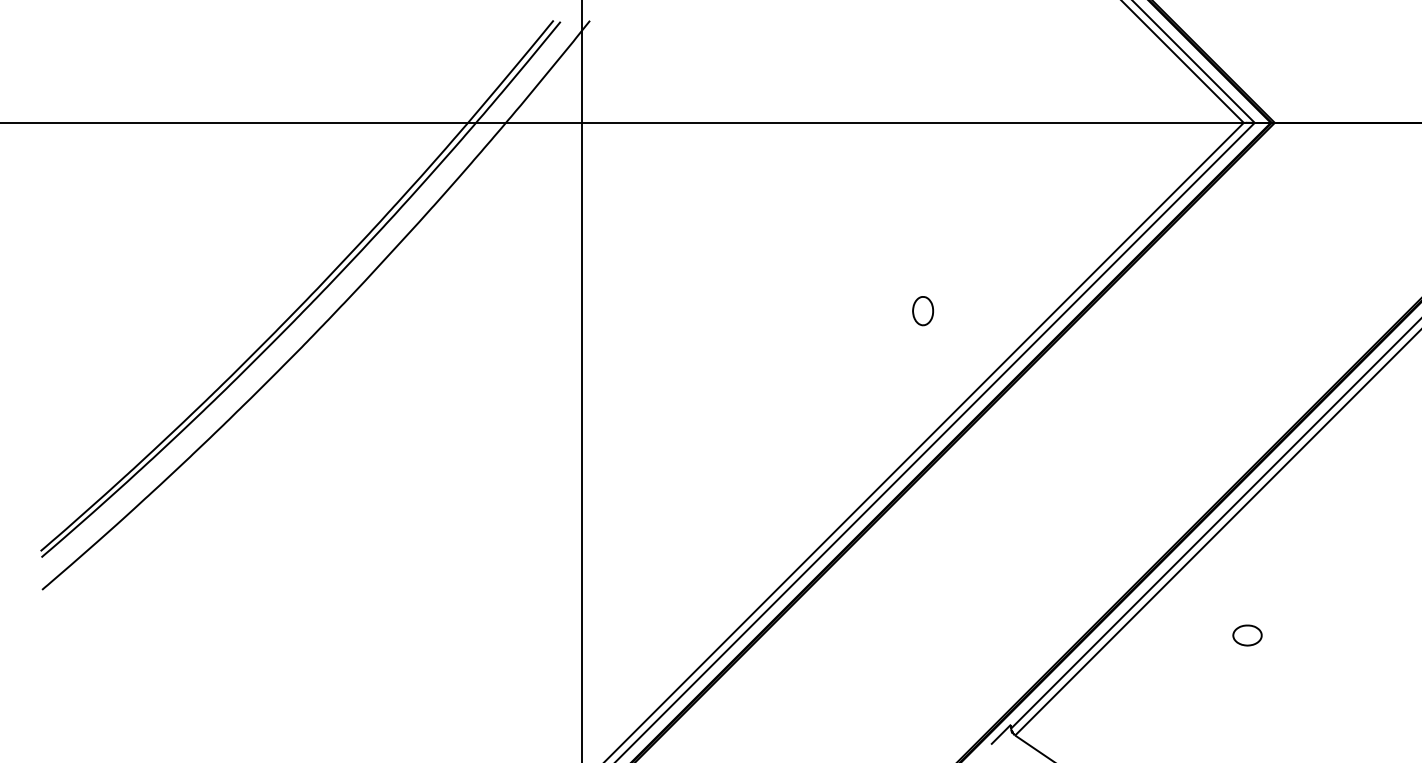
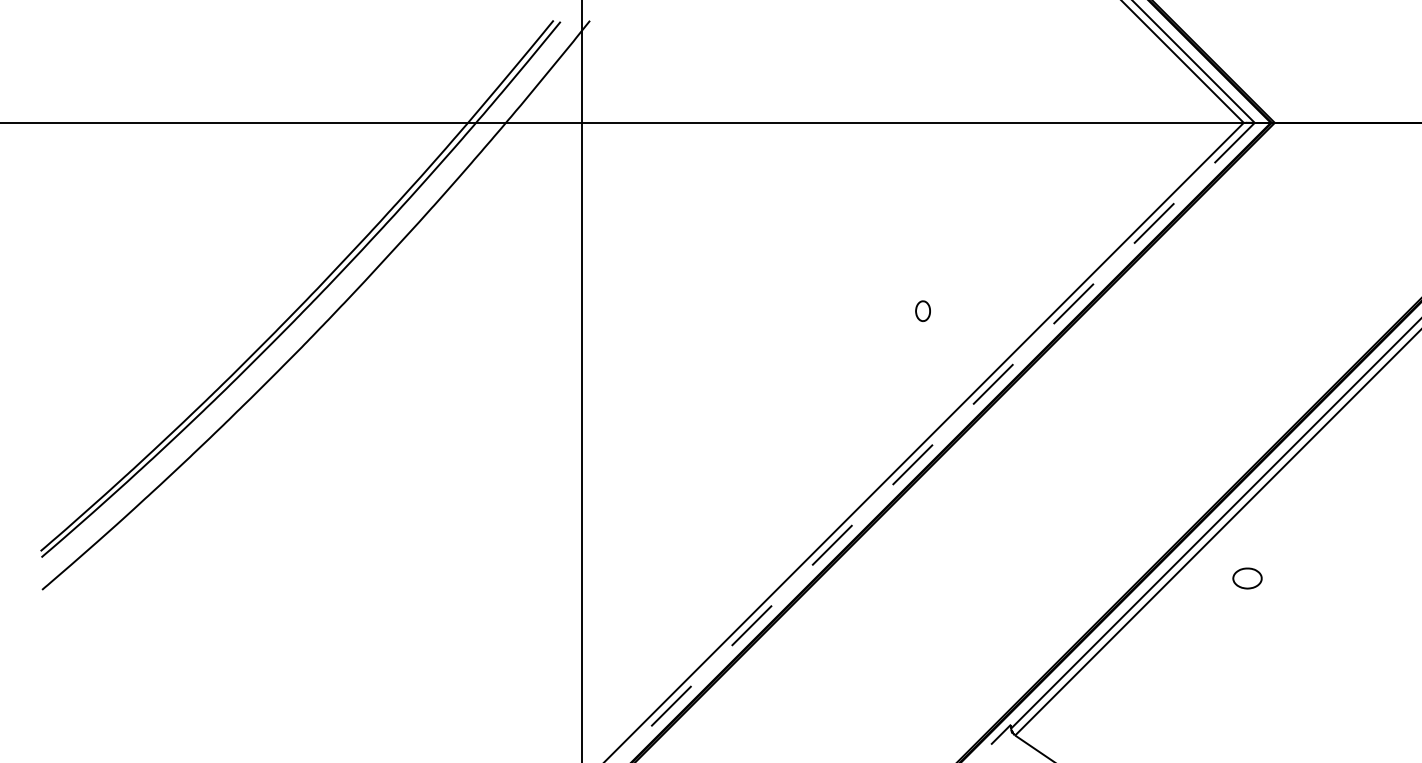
part at (922, 311) size: 22x31 px -> 16x22 px
line at (934, 443): solid -> dashed
part at (1247, 635) position: (1247, 635) -> (1247, 578)
